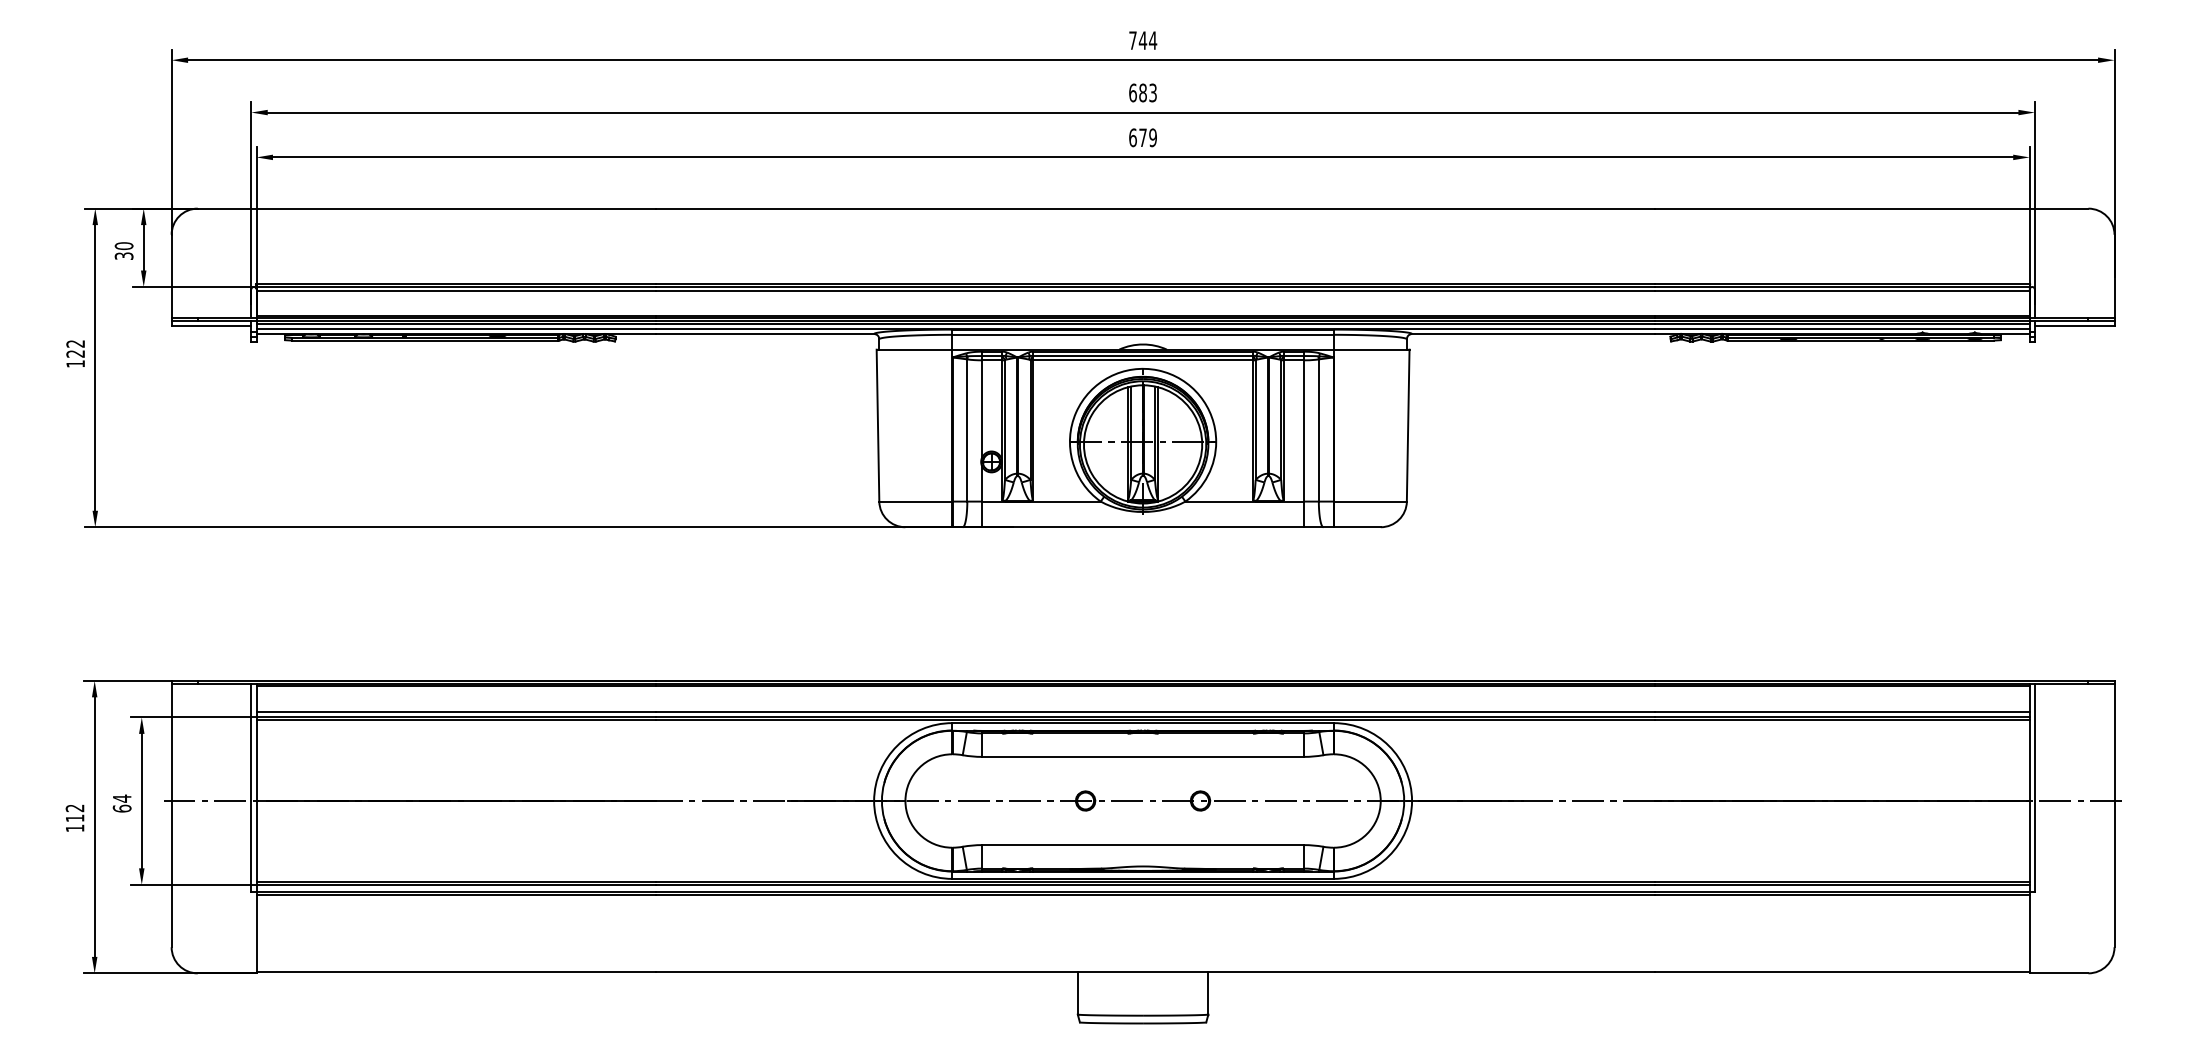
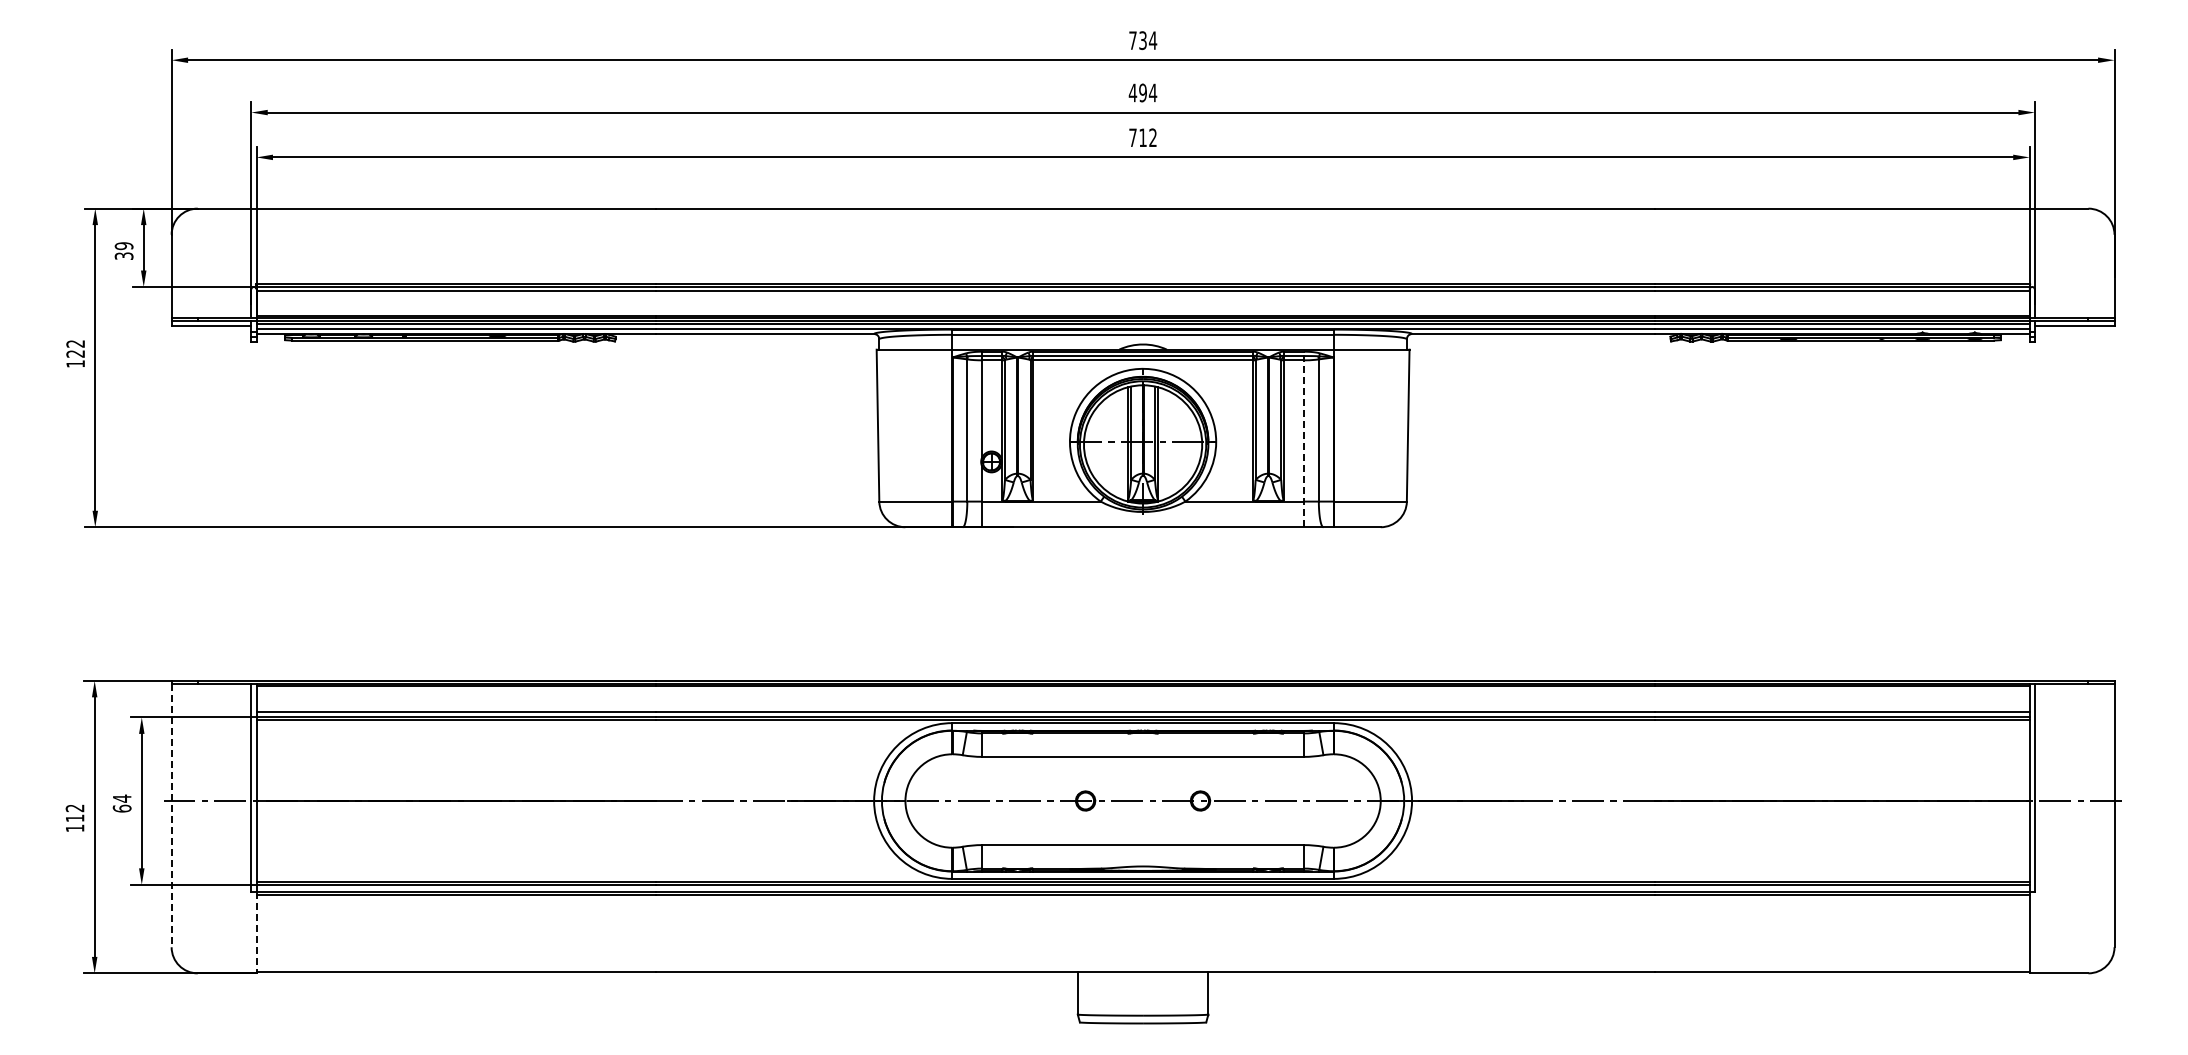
text at (1142, 40): 744 -> 734
text at (1142, 92): 683 -> 494
text at (1142, 137): 679 -> 712
text at (124, 246): 30 -> 39
line at (1304, 439): solid -> dashed
line at (171, 815): solid -> dashed
line at (256, 933): solid -> dashed
